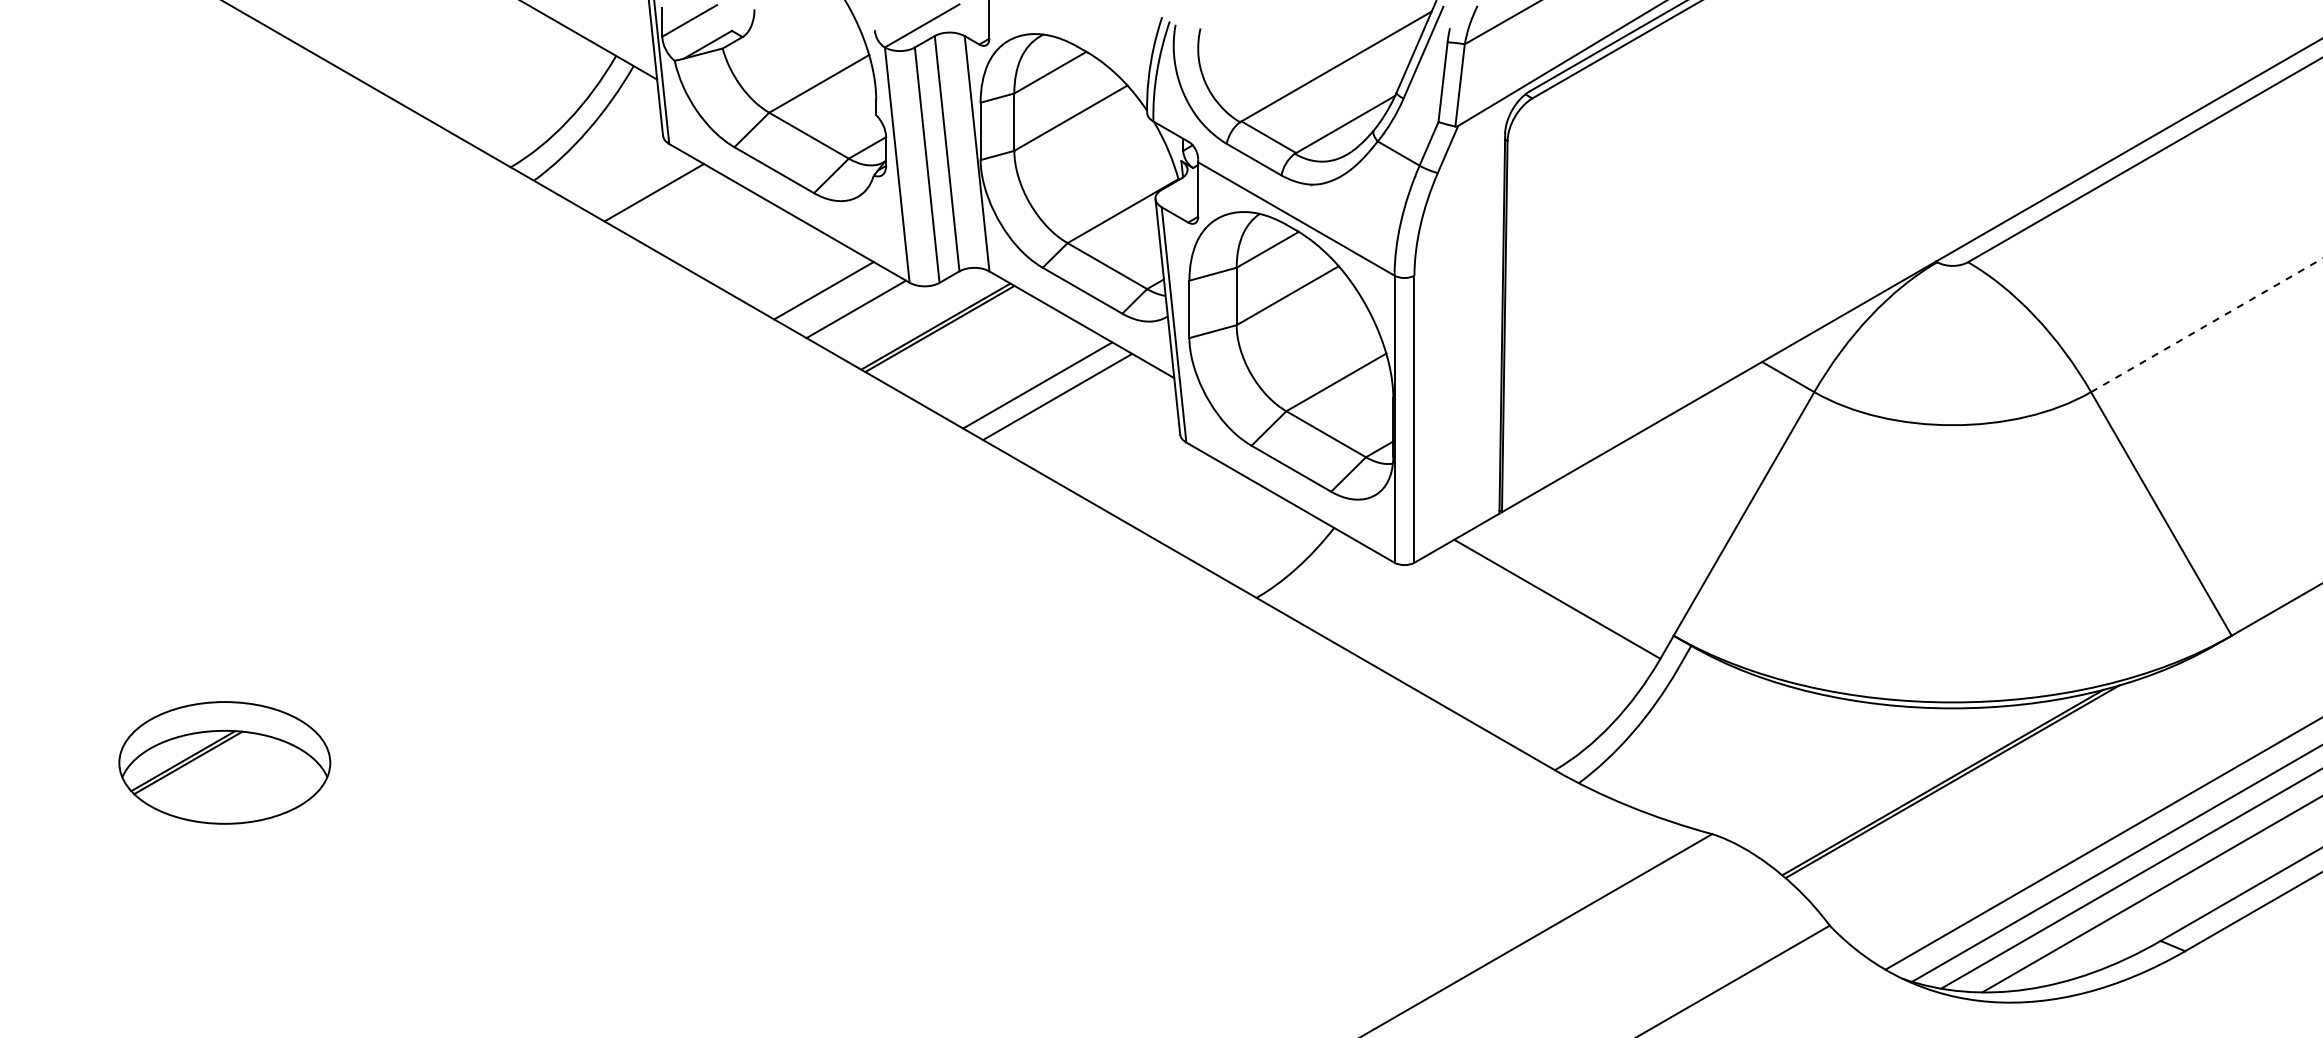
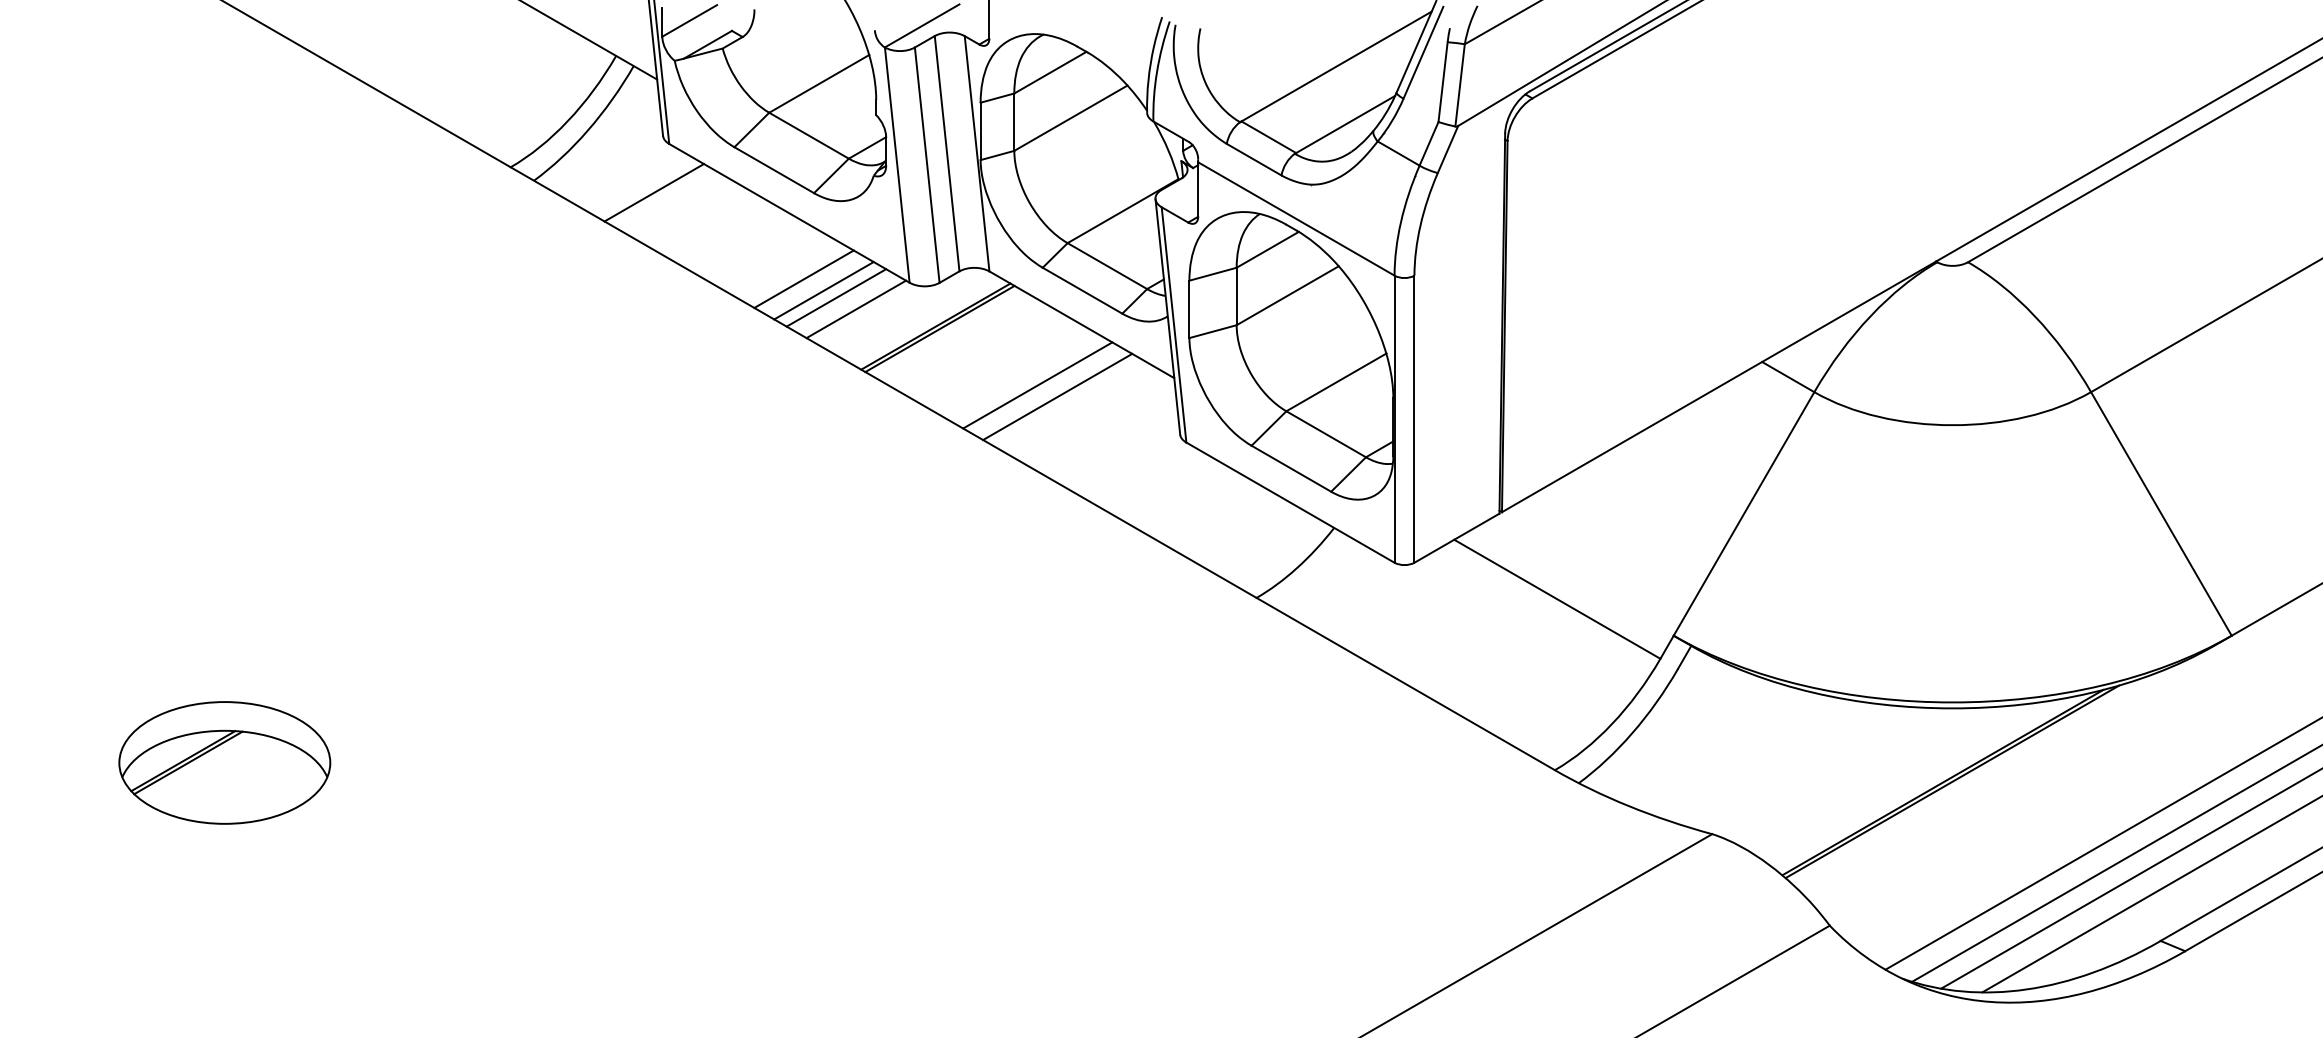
line at (803, 278): none -> present
line at (836, 297): none -> present
line at (2207, 325): dashed -> solid
